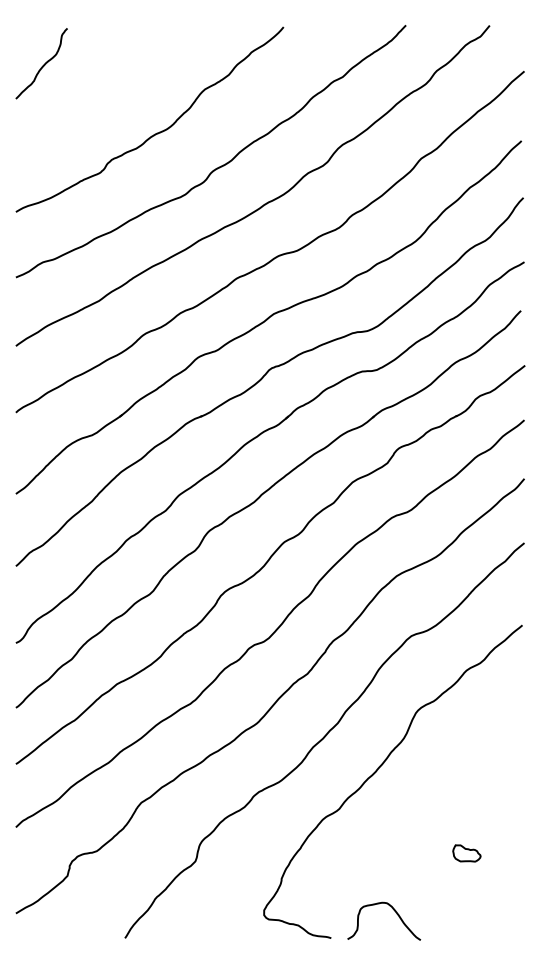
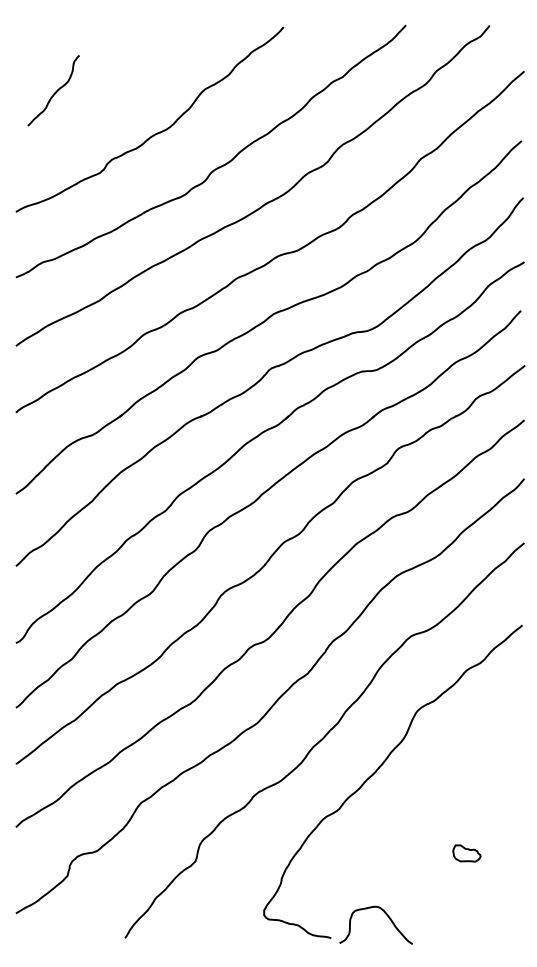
curve at (43, 64) position: (43, 64) -> (55, 91)
curve at (396, 914) position: (396, 914) -> (388, 918)
